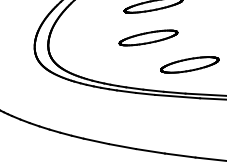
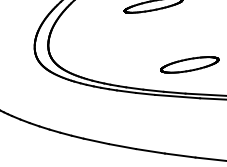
part at (148, 37): present -> none
